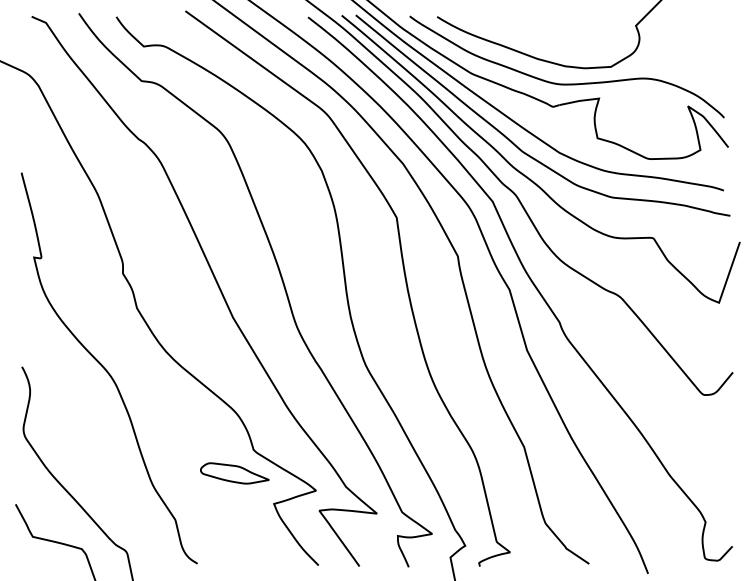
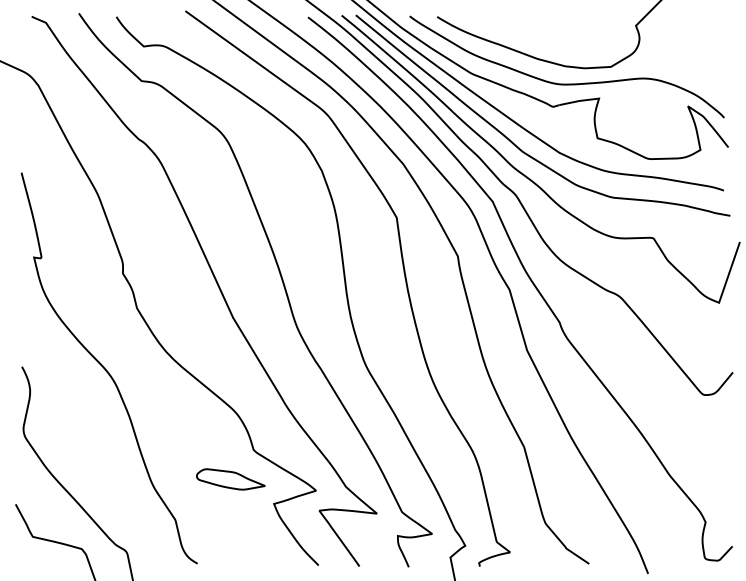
part at (234, 473) position: (234, 473) -> (230, 479)
